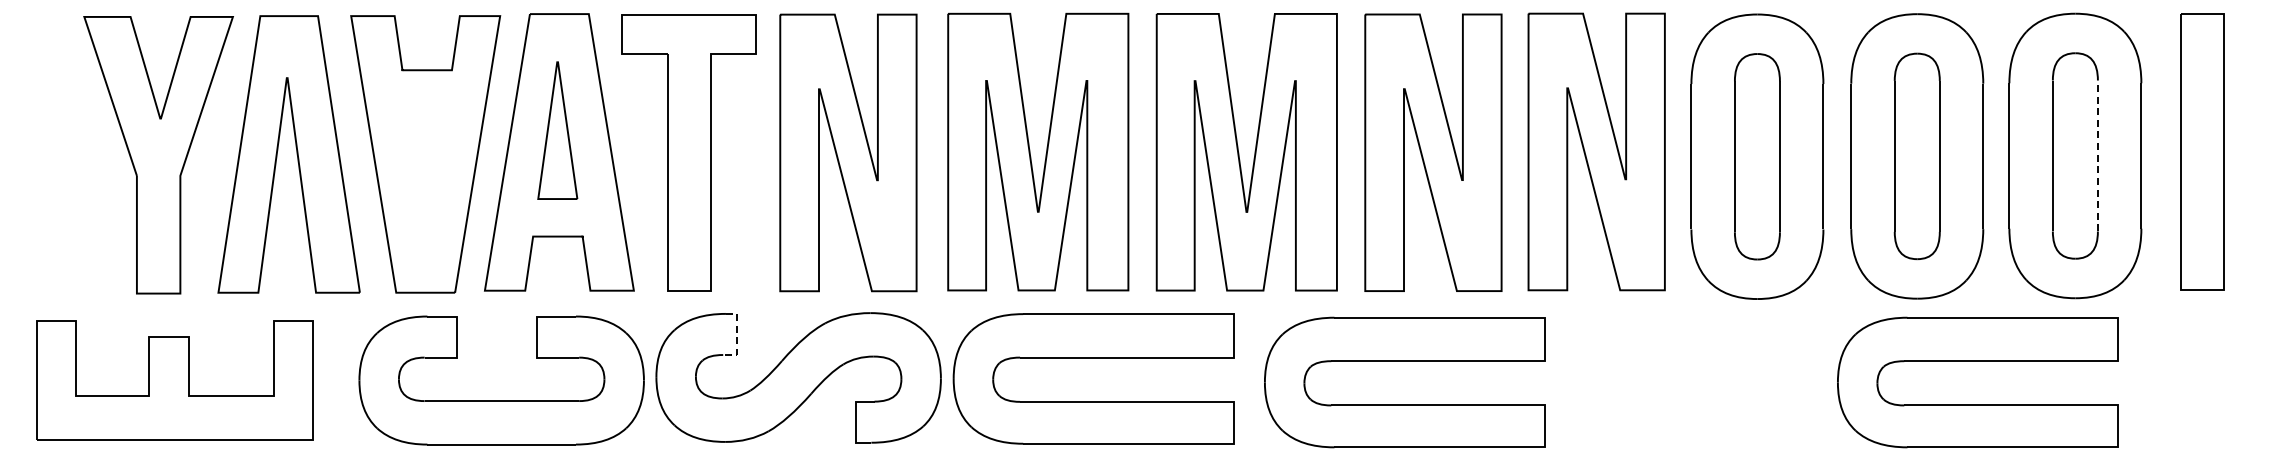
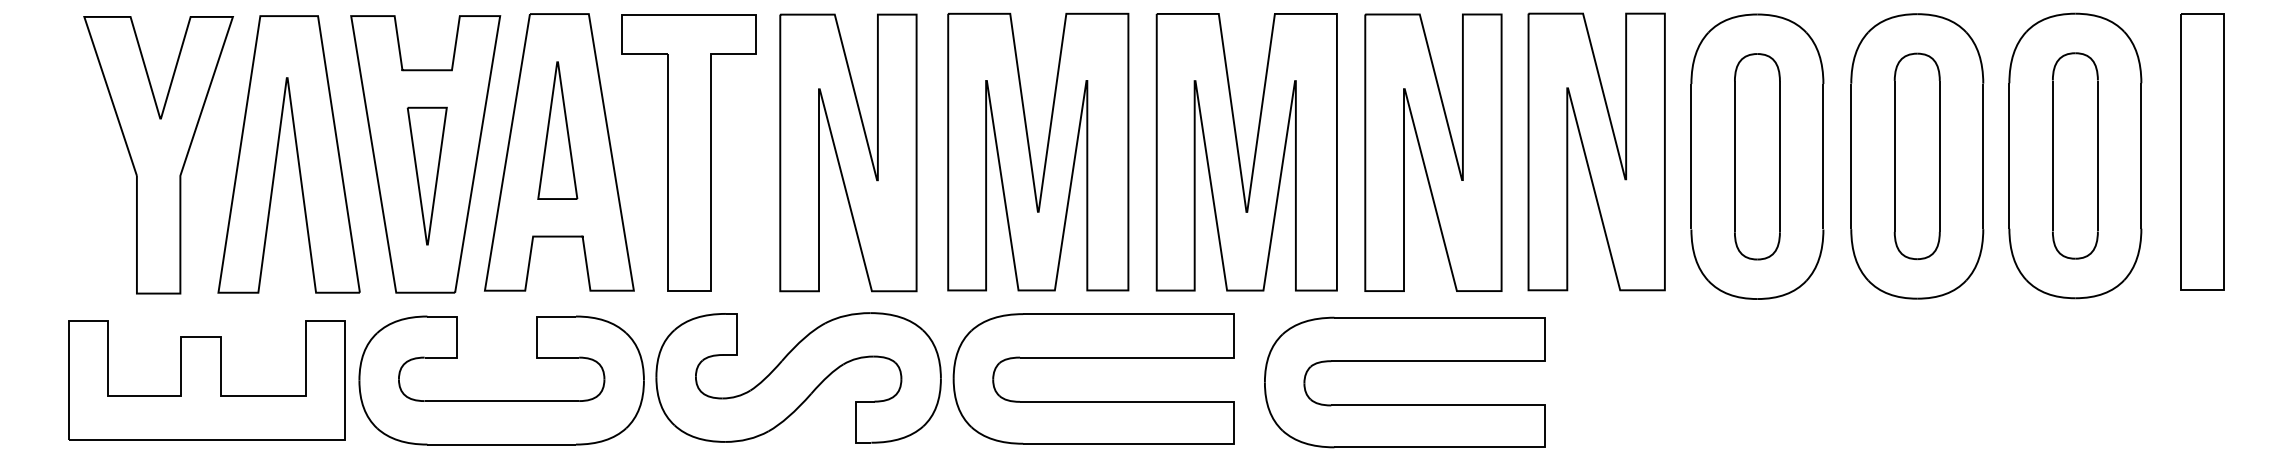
line at (2097, 155): dashed -> solid
part at (426, 175): none -> present
line at (737, 336): dashed -> solid
part at (1977, 361): present -> none
part at (174, 380) position: (174, 380) -> (206, 380)
